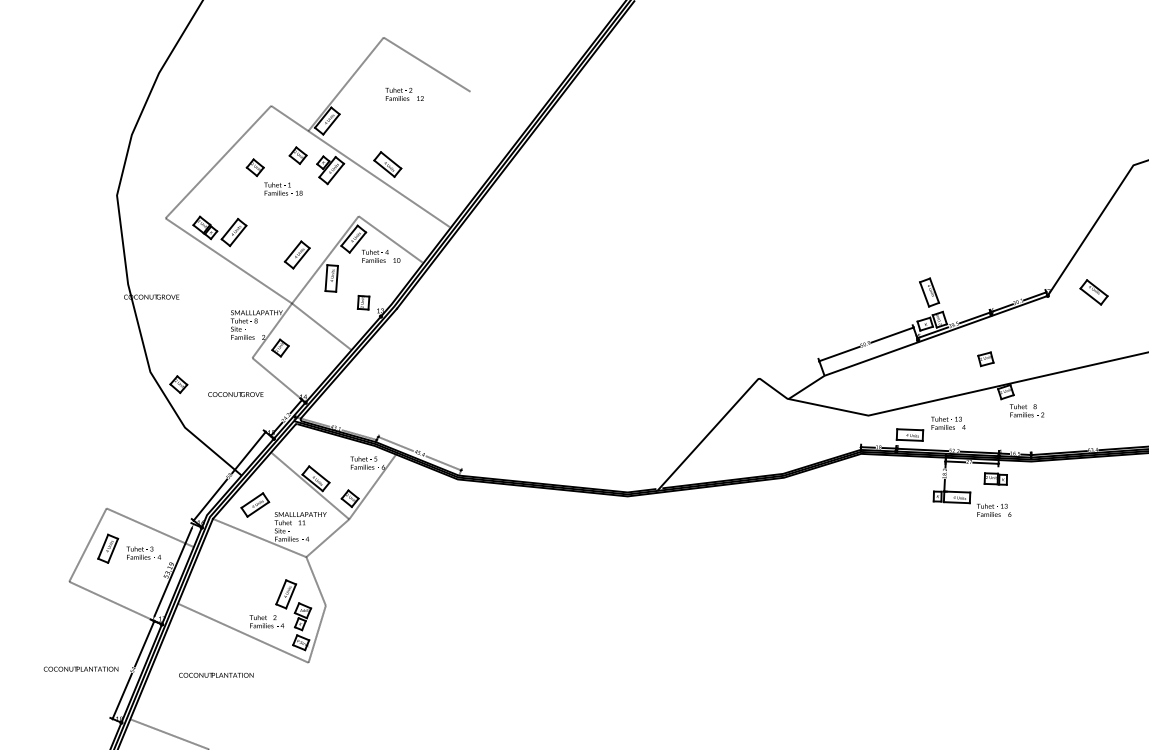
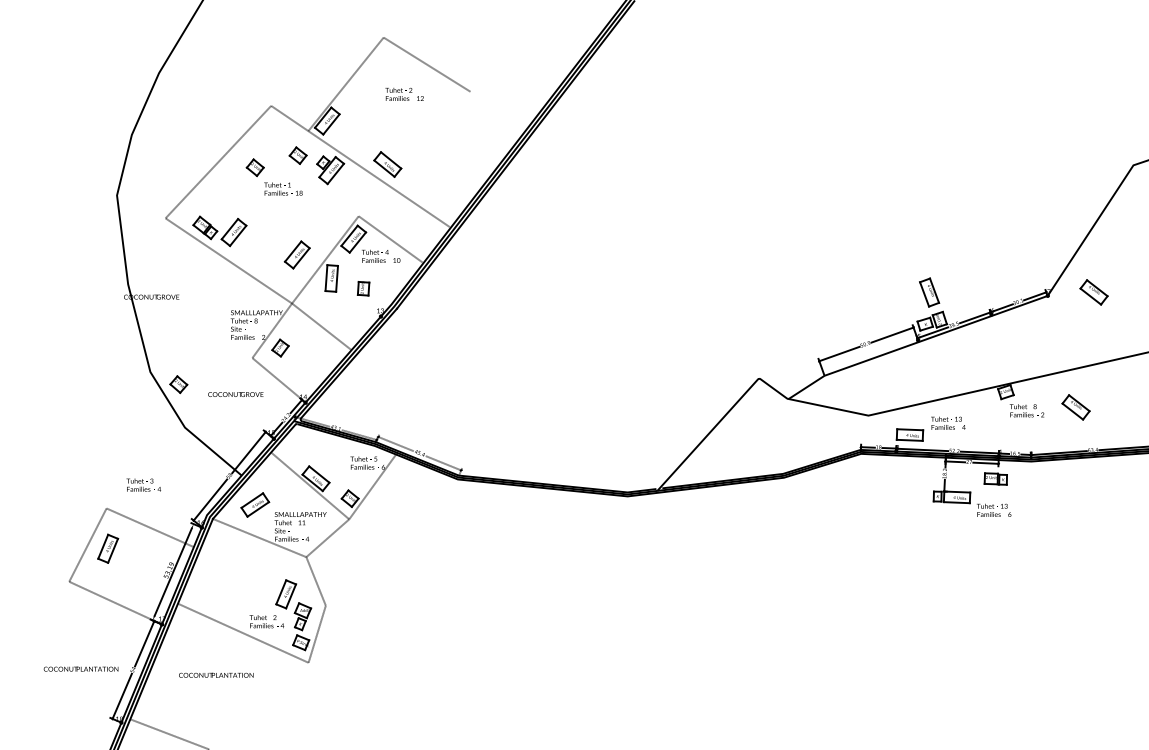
part at (363, 302) position: (363, 302) -> (363, 288)
part at (985, 359): present -> none
part at (1075, 407): none -> present
text at (143, 552) position: (143, 552) -> (143, 484)
